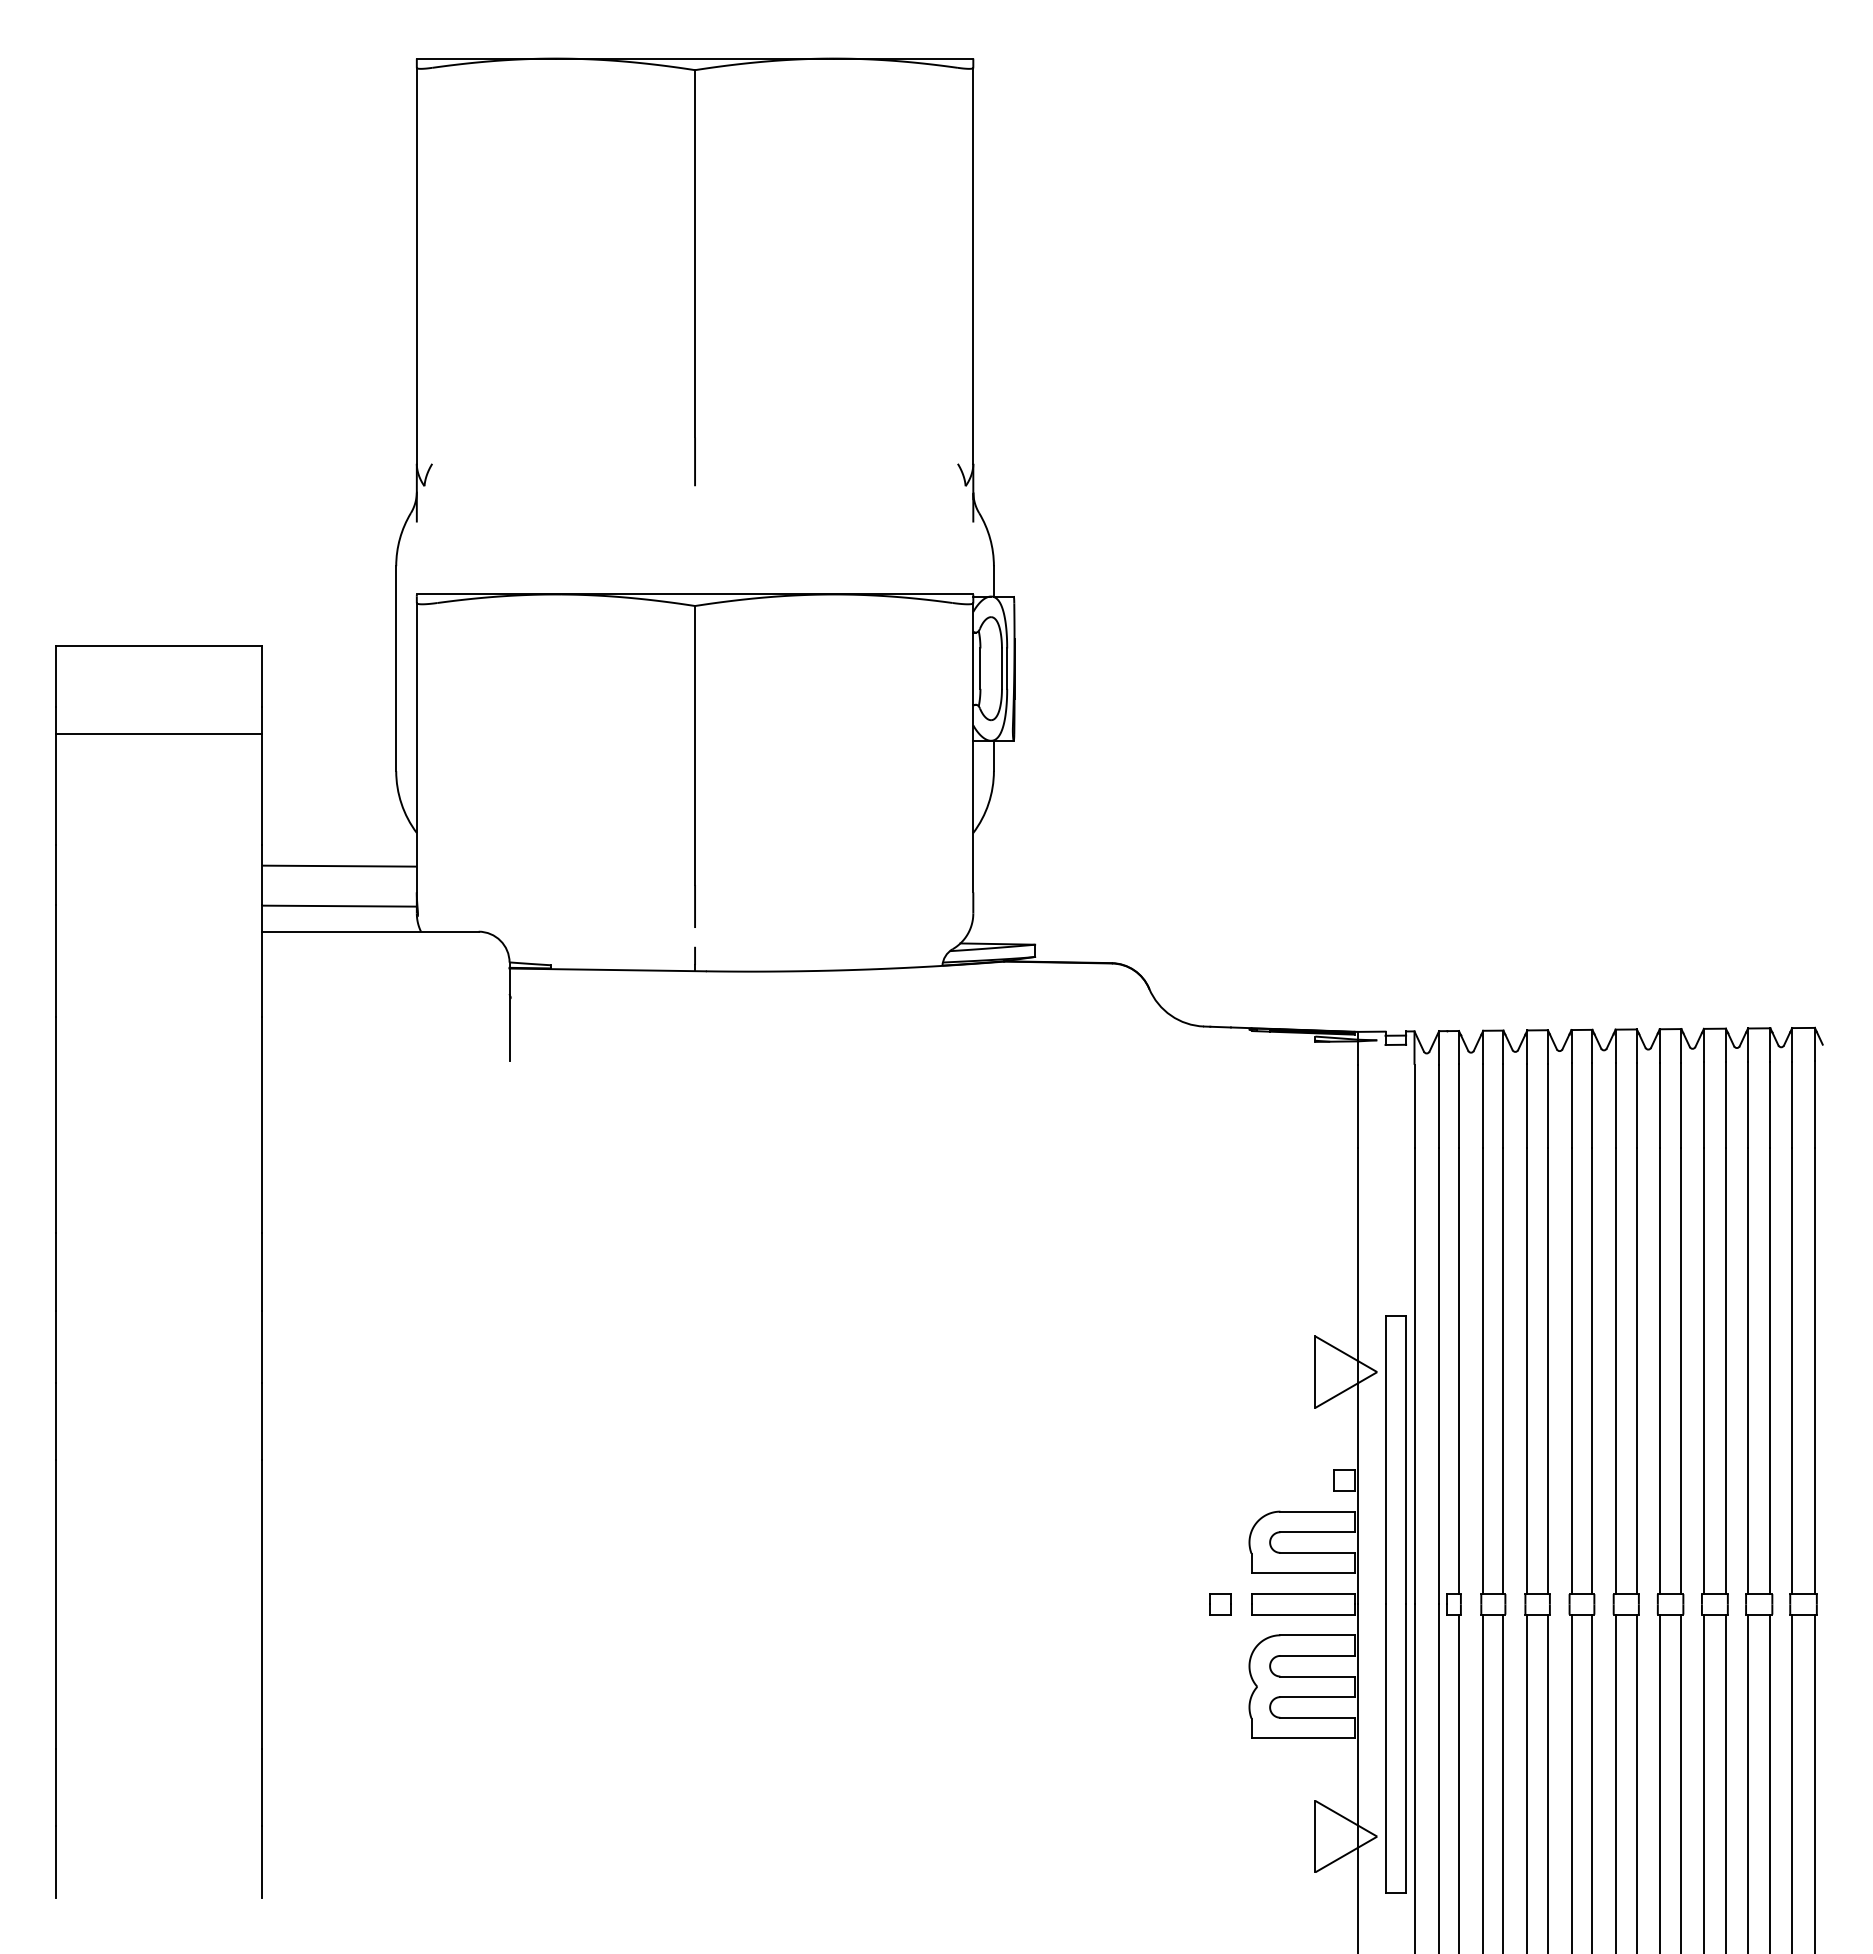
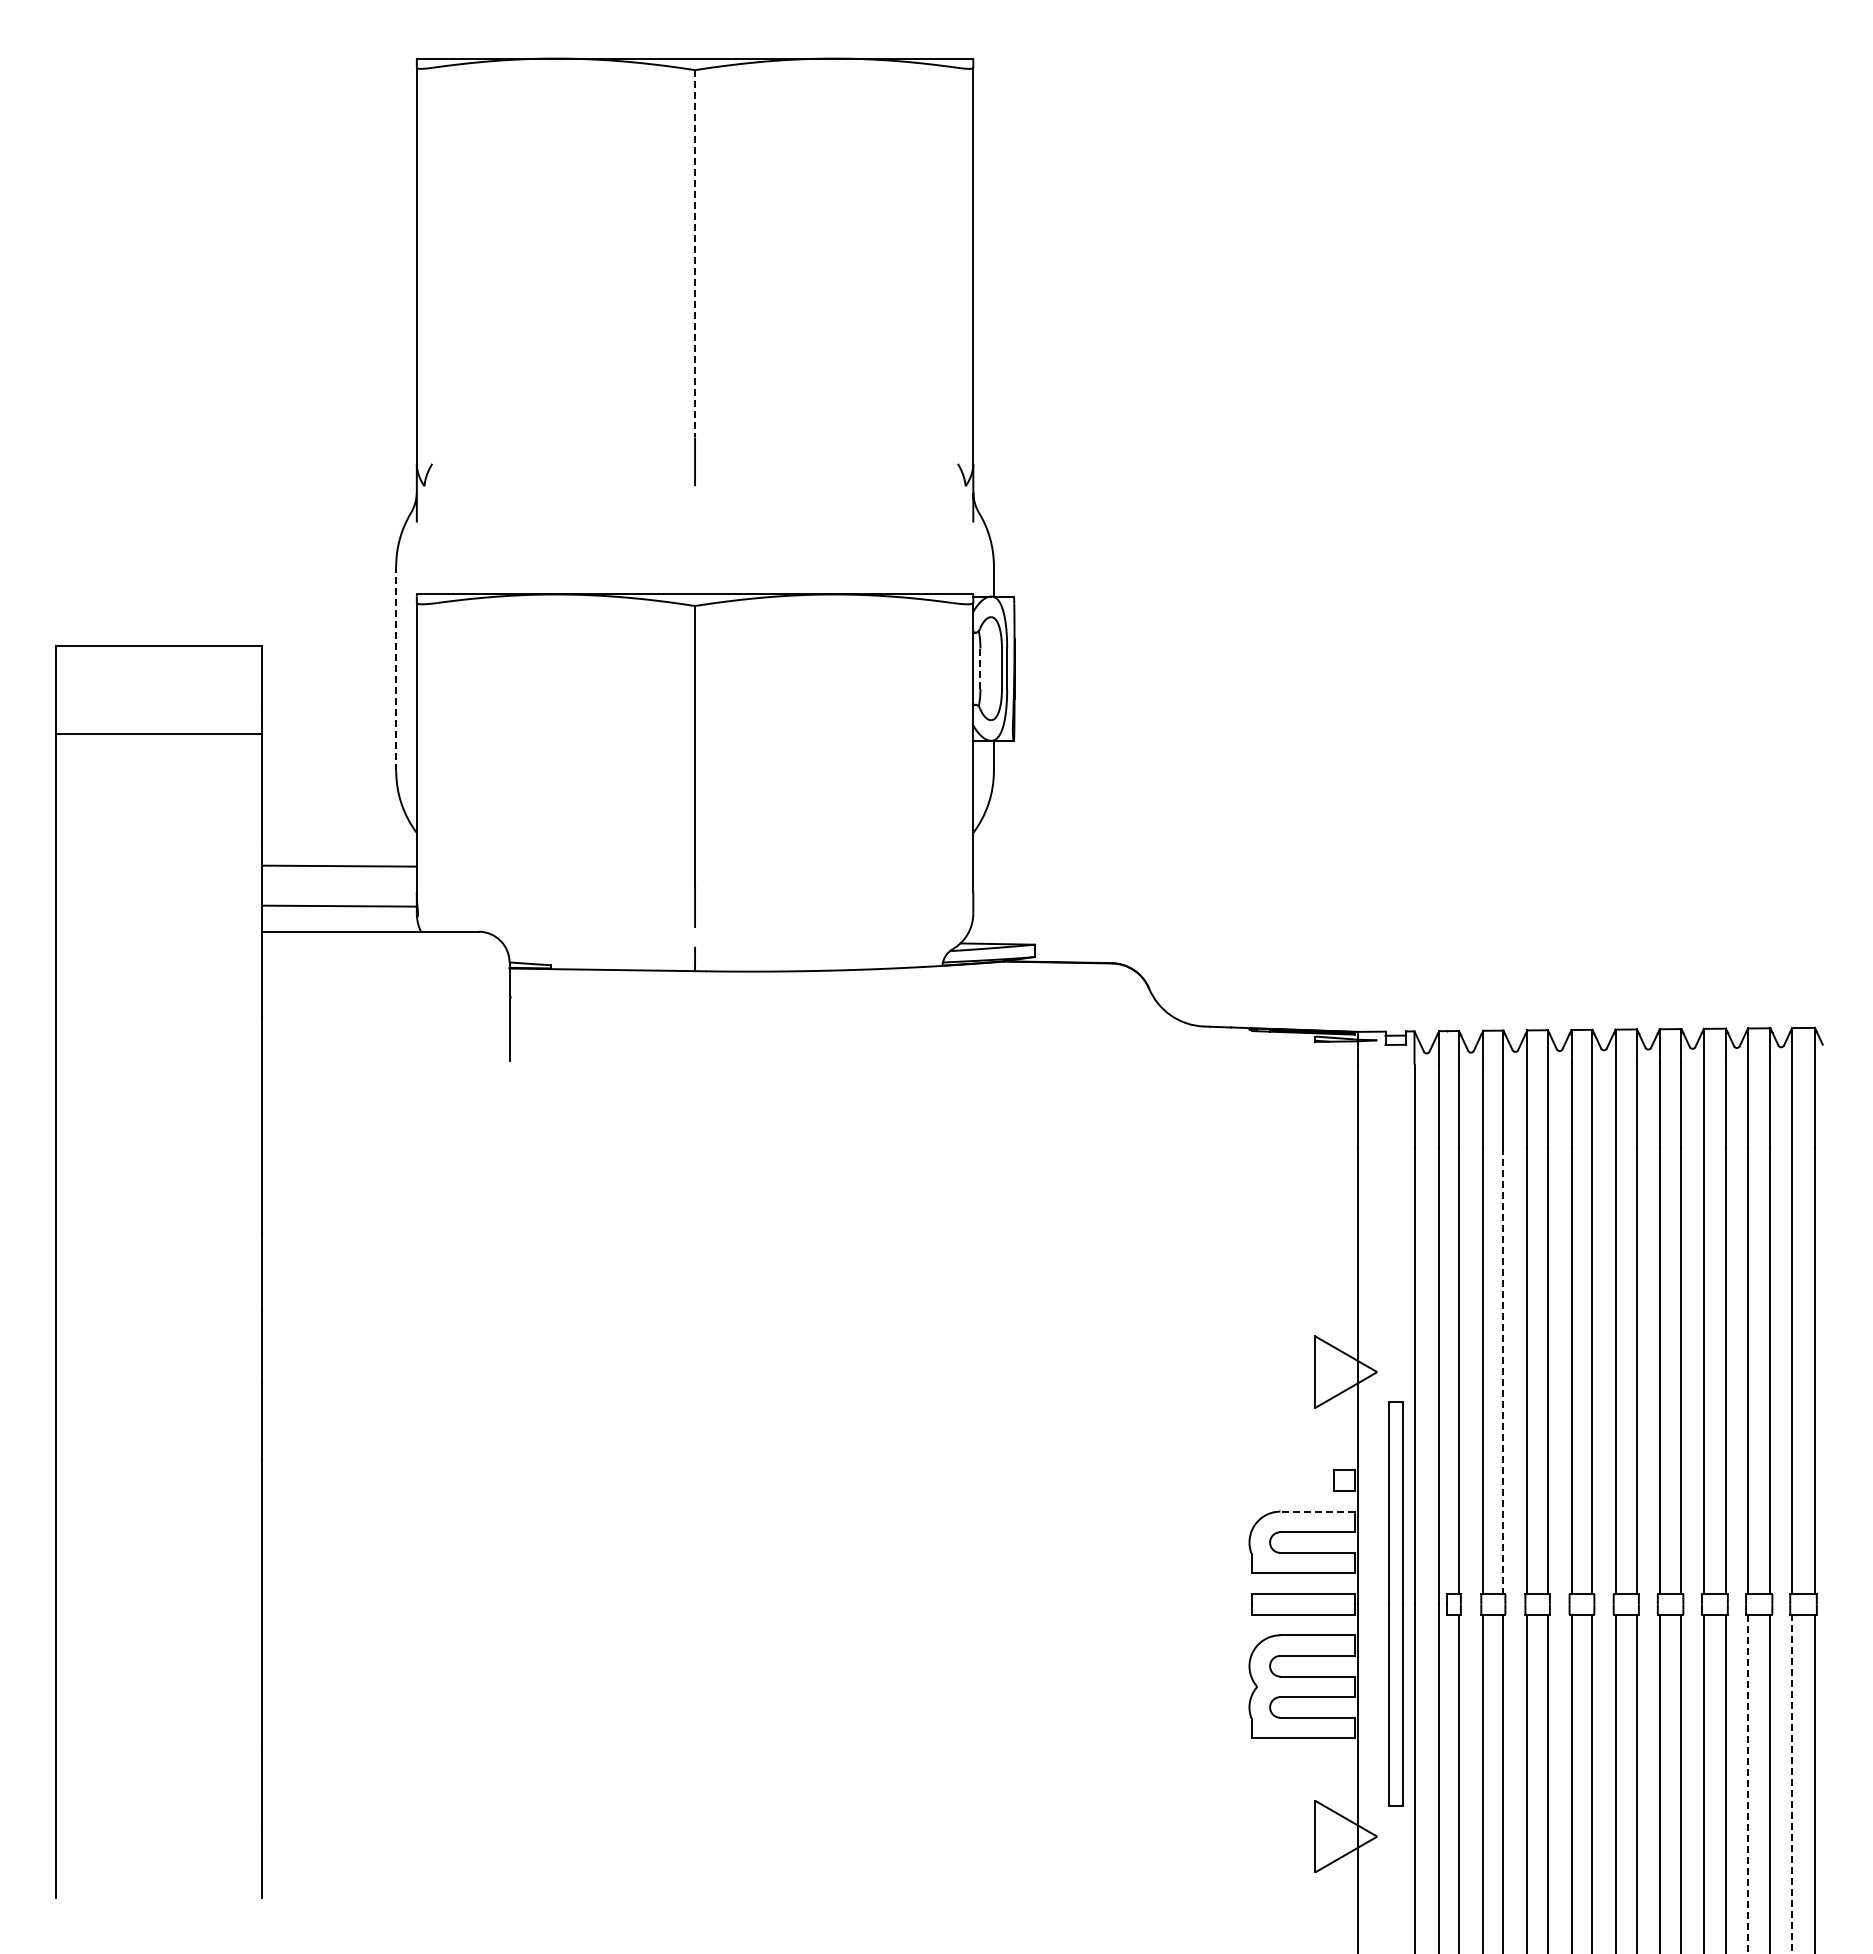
line at (695, 253): solid -> dashed
line at (980, 668): solid -> dashed
line at (396, 669): solid -> dashed
line at (1503, 1371): solid -> dashed
line at (1317, 1511): solid -> dashed
part at (1220, 1604): present -> none
part at (1395, 1604) size: 22x579 px -> 16x406 px
line at (1792, 1783): solid -> dashed
line at (1748, 1784): solid -> dashed
